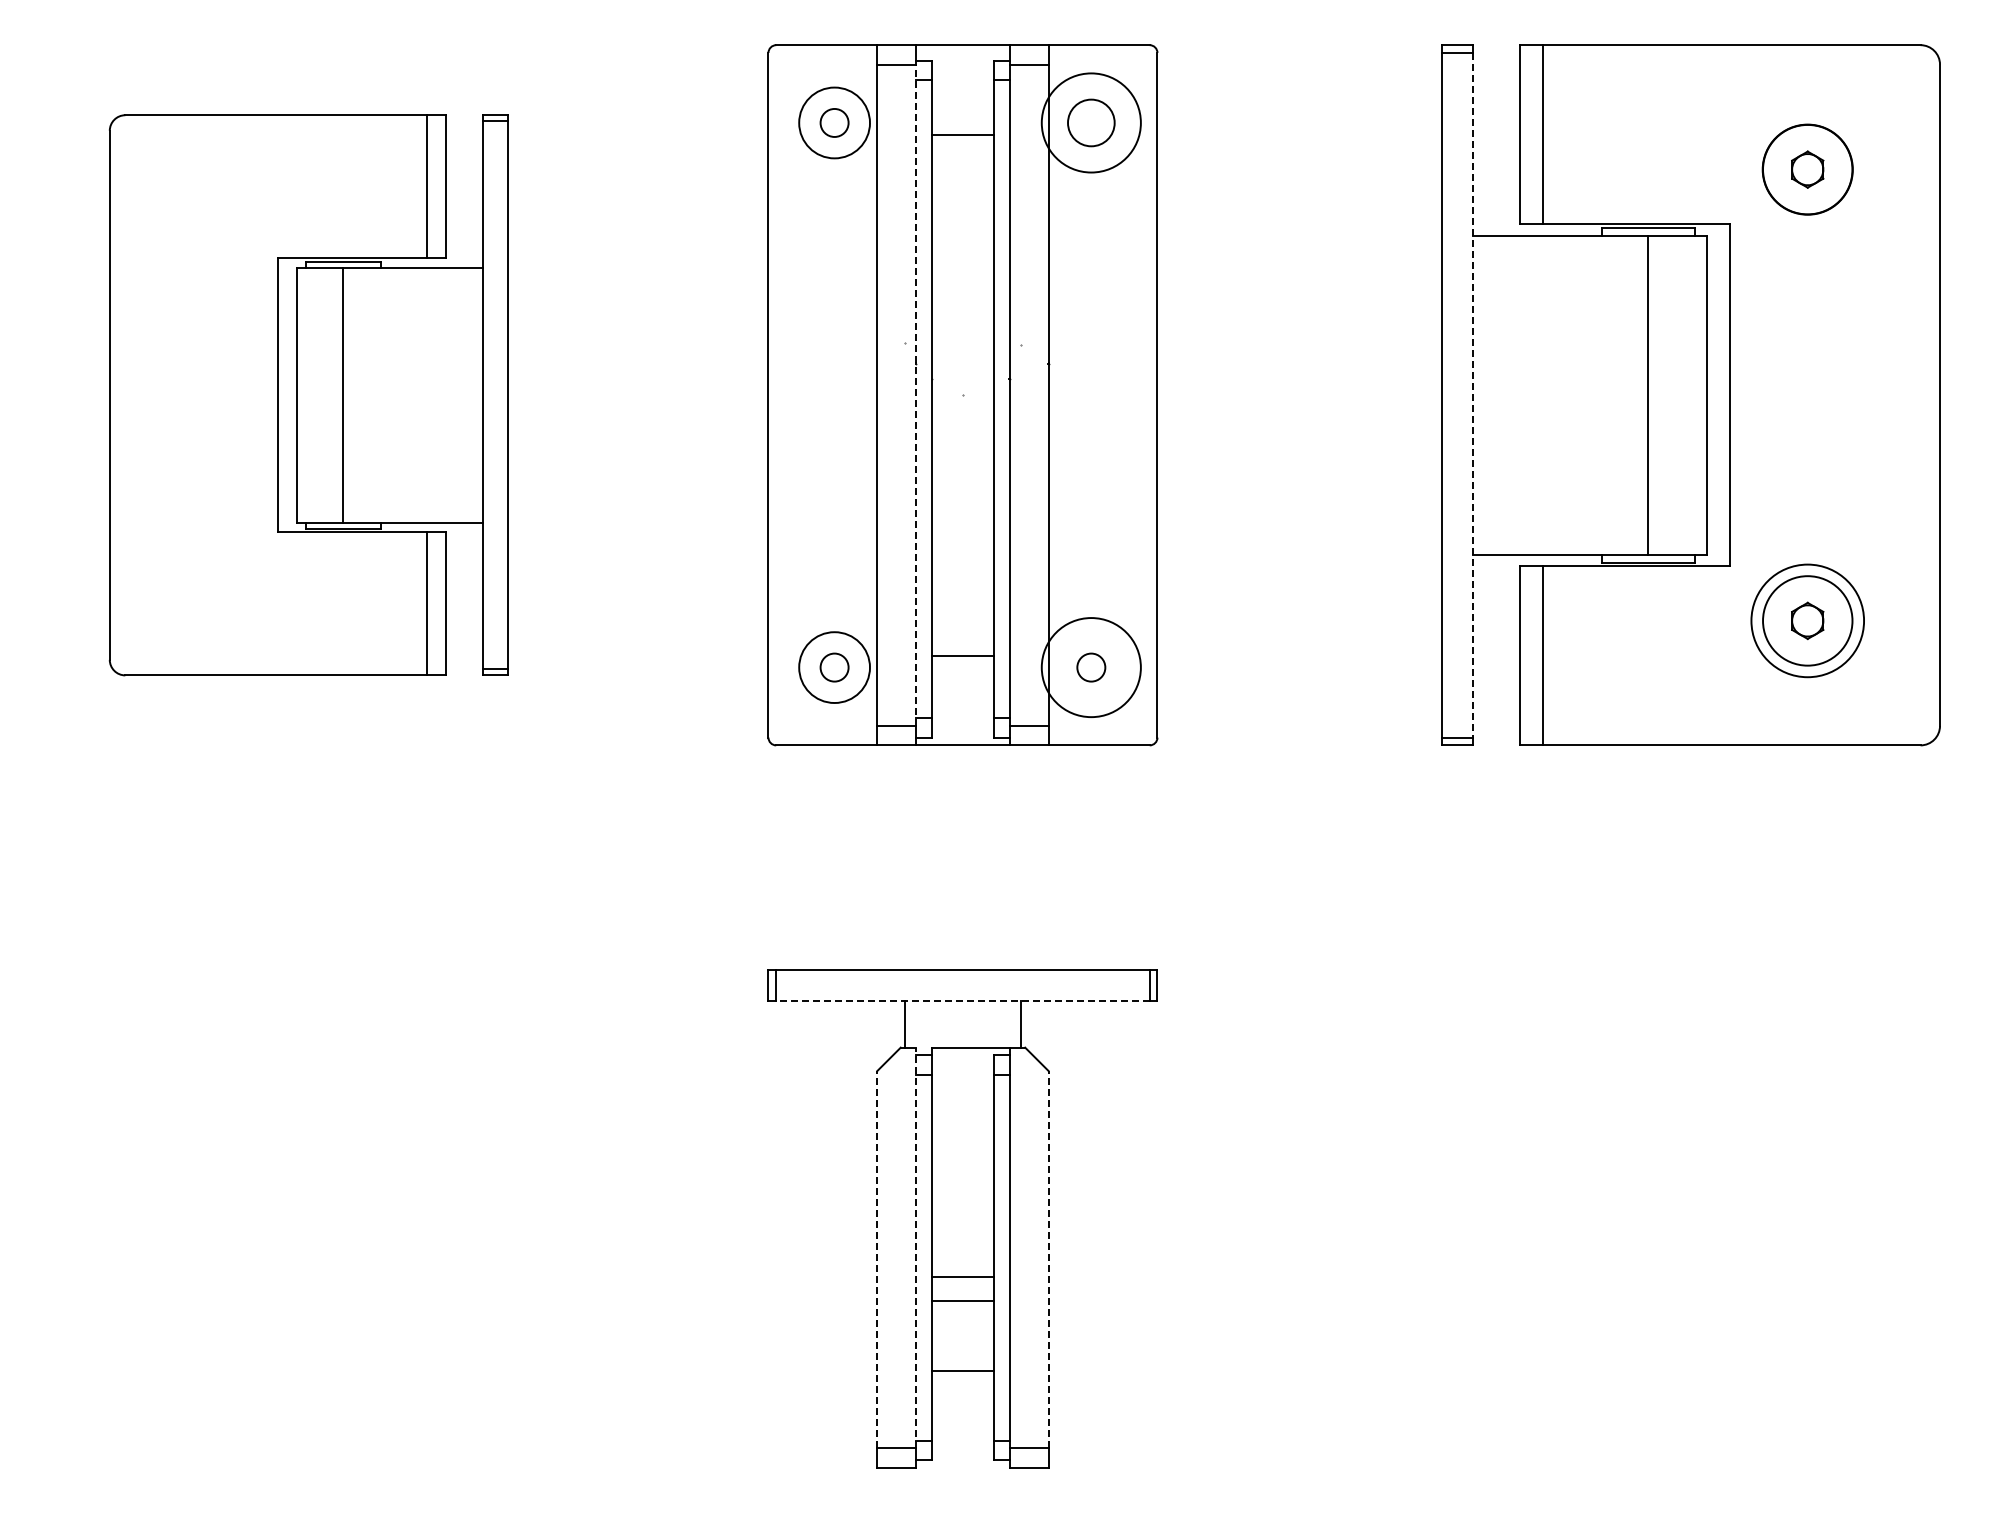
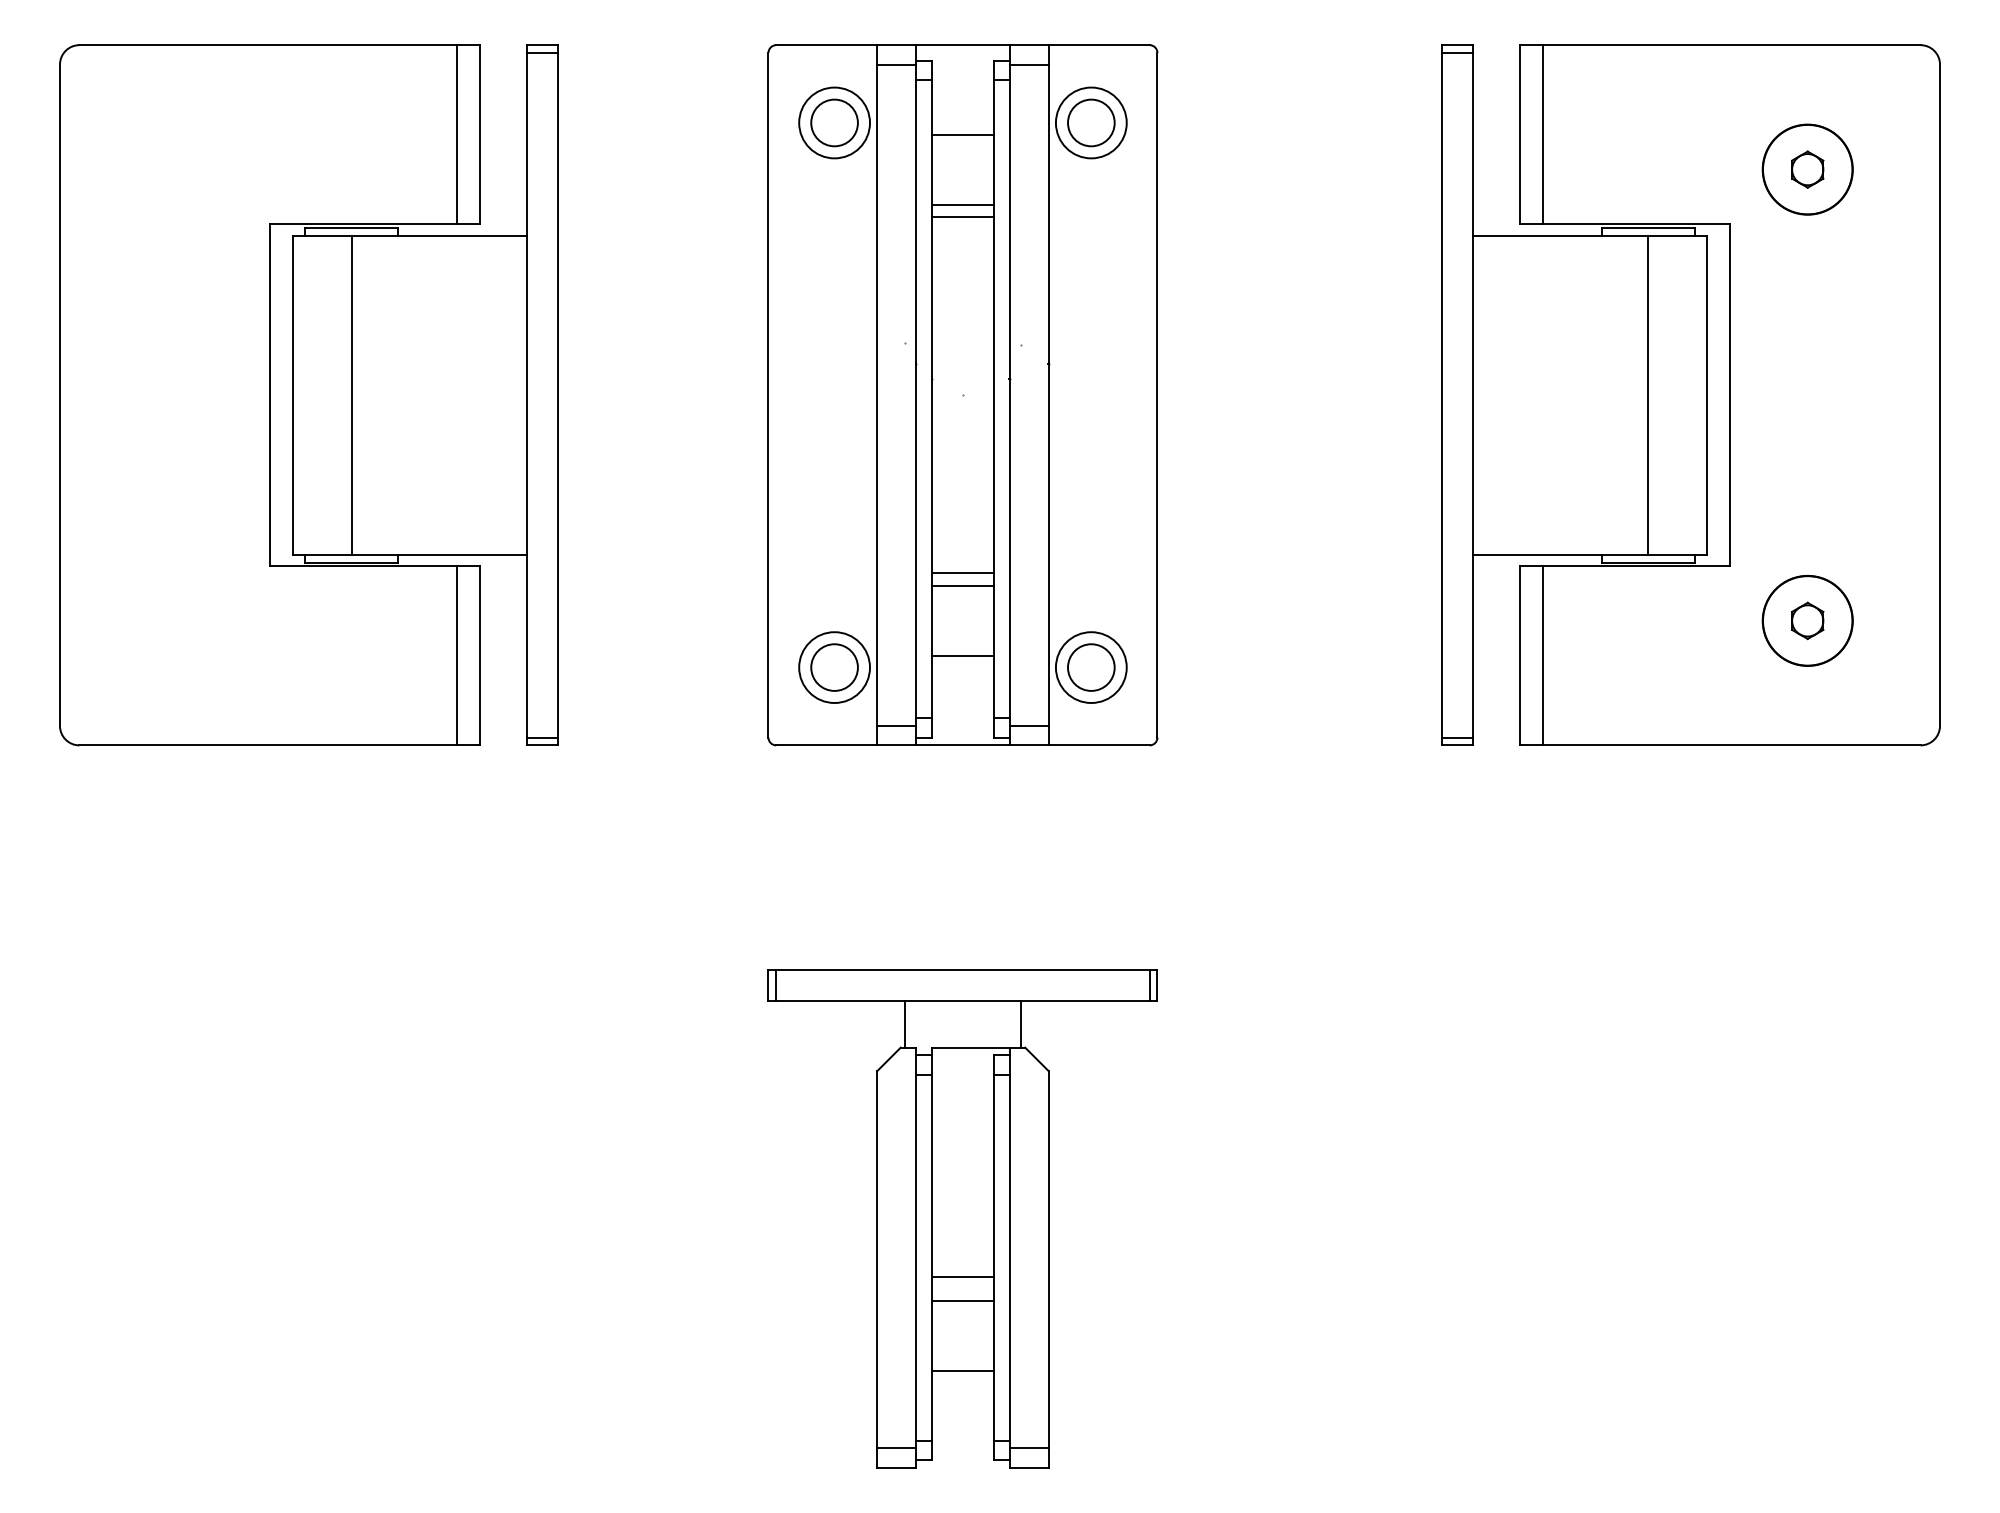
circle at (834, 122) diameter: 28 px -> 47 px
circle at (1090, 122) diameter: 99 px -> 71 px
line at (962, 204): none -> present
line at (962, 217): none -> present
part at (308, 395) size: 401x563 px -> 500x703 px
line at (916, 395): dashed -> solid
line at (1473, 395): dashed -> solid
line at (962, 573): none -> present
line at (962, 585): none -> present
circle at (1807, 620) diameter: 113 px -> 90 px
circle at (834, 667) diameter: 28 px -> 47 px
circle at (1090, 667) diameter: 99 px -> 71 px
circle at (1091, 667) diameter: 28 px -> 47 px
line at (962, 1000): dashed -> solid
line at (916, 1247): dashed -> solid
line at (877, 1259): dashed -> solid
line at (1048, 1259): dashed -> solid
